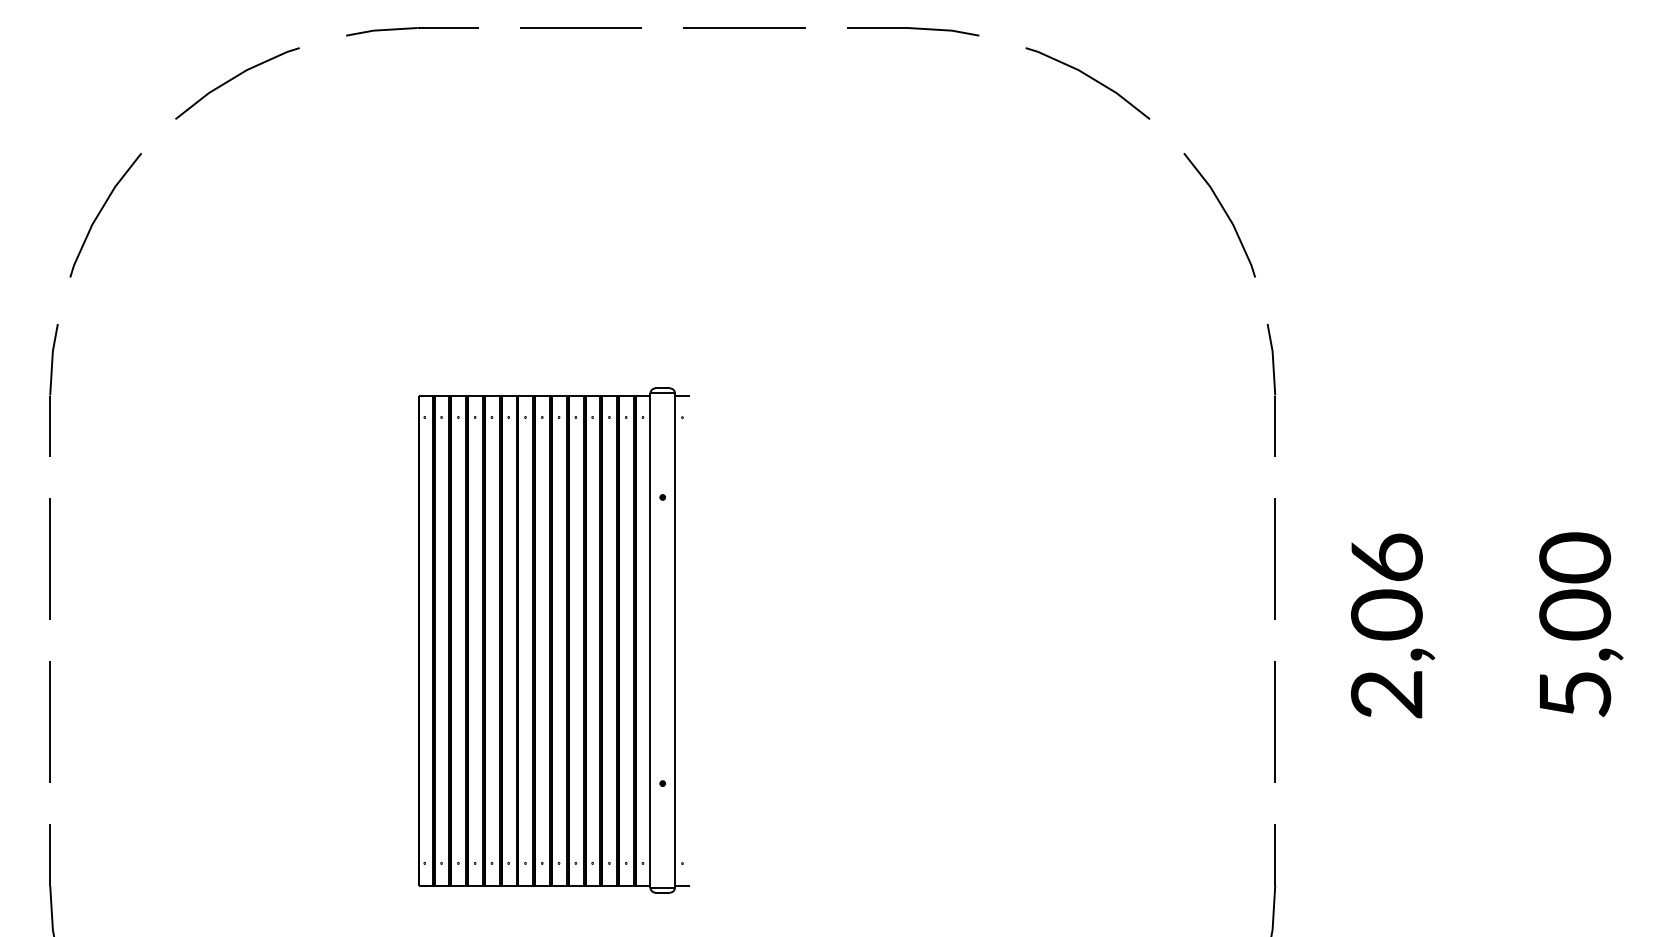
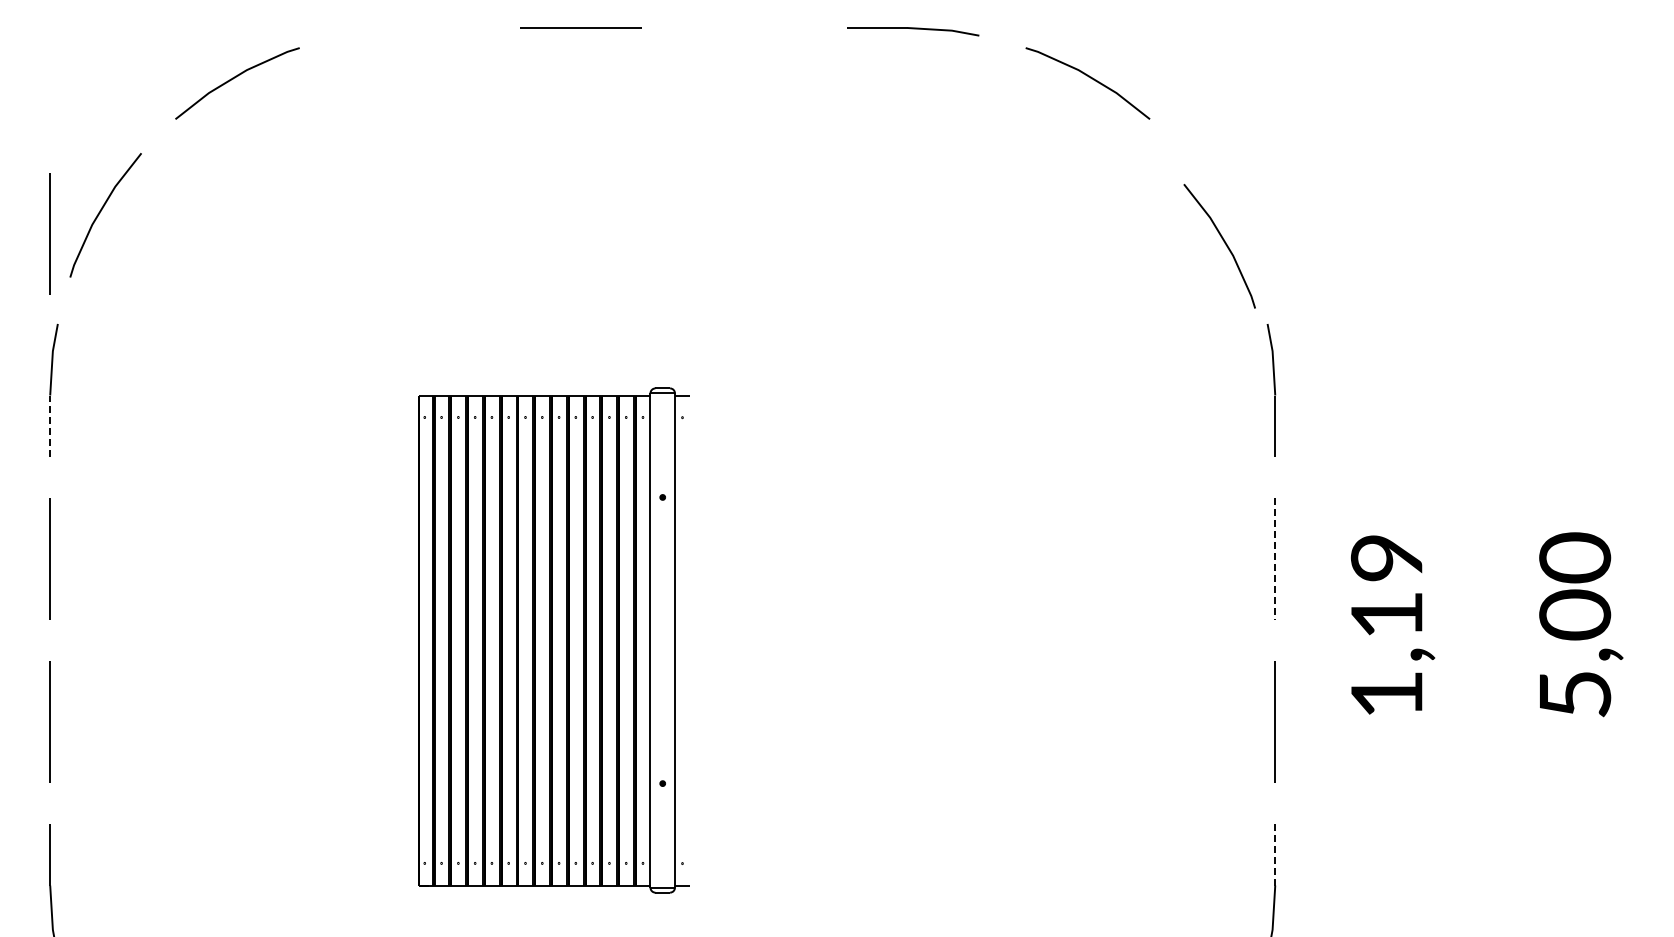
line at (744, 27): present -> none
part at (412, 31): present -> none
line at (1224, 212) position: (1224, 212) -> (1224, 243)
line at (49, 233): none -> present
line at (50, 426): solid -> dashed
line at (1275, 559): solid -> dashed
text at (1386, 625): 2,06 -> 1,19
line at (1275, 854): solid -> dashed
